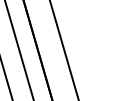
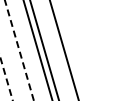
line at (37, 49) position: (37, 49) -> (44, 49)
line at (19, 50): solid -> dashed
line at (6, 78): solid -> dashed
